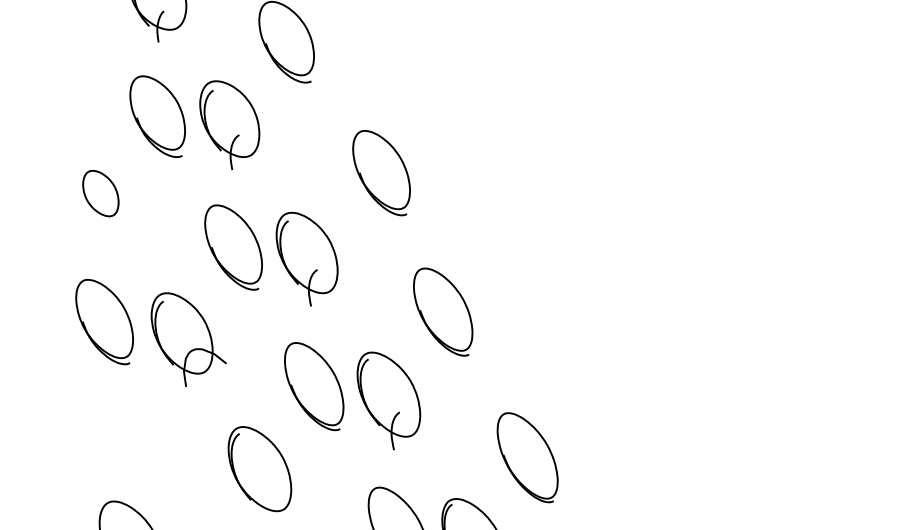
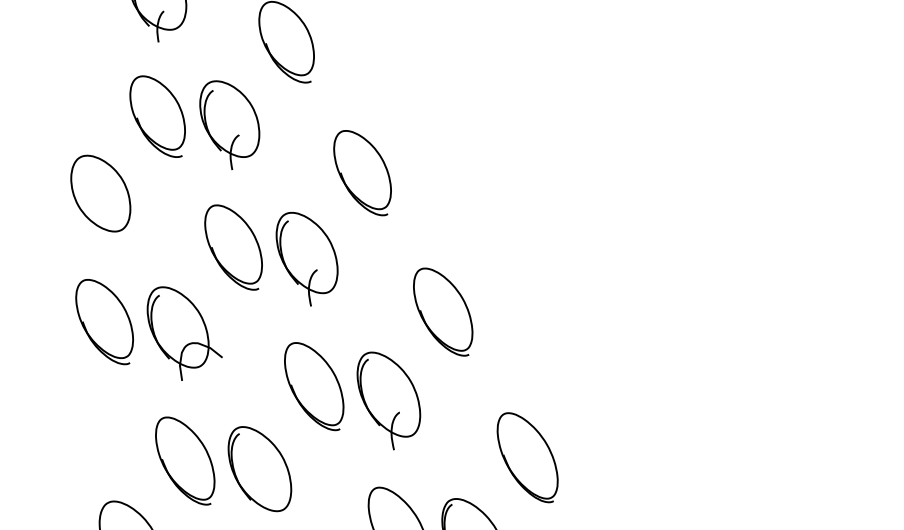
part at (381, 173) position: (381, 173) -> (362, 173)
part at (100, 193) size: 38x49 px -> 62x79 px
part at (188, 339) position: (188, 339) -> (184, 333)
part at (185, 460): none -> present
